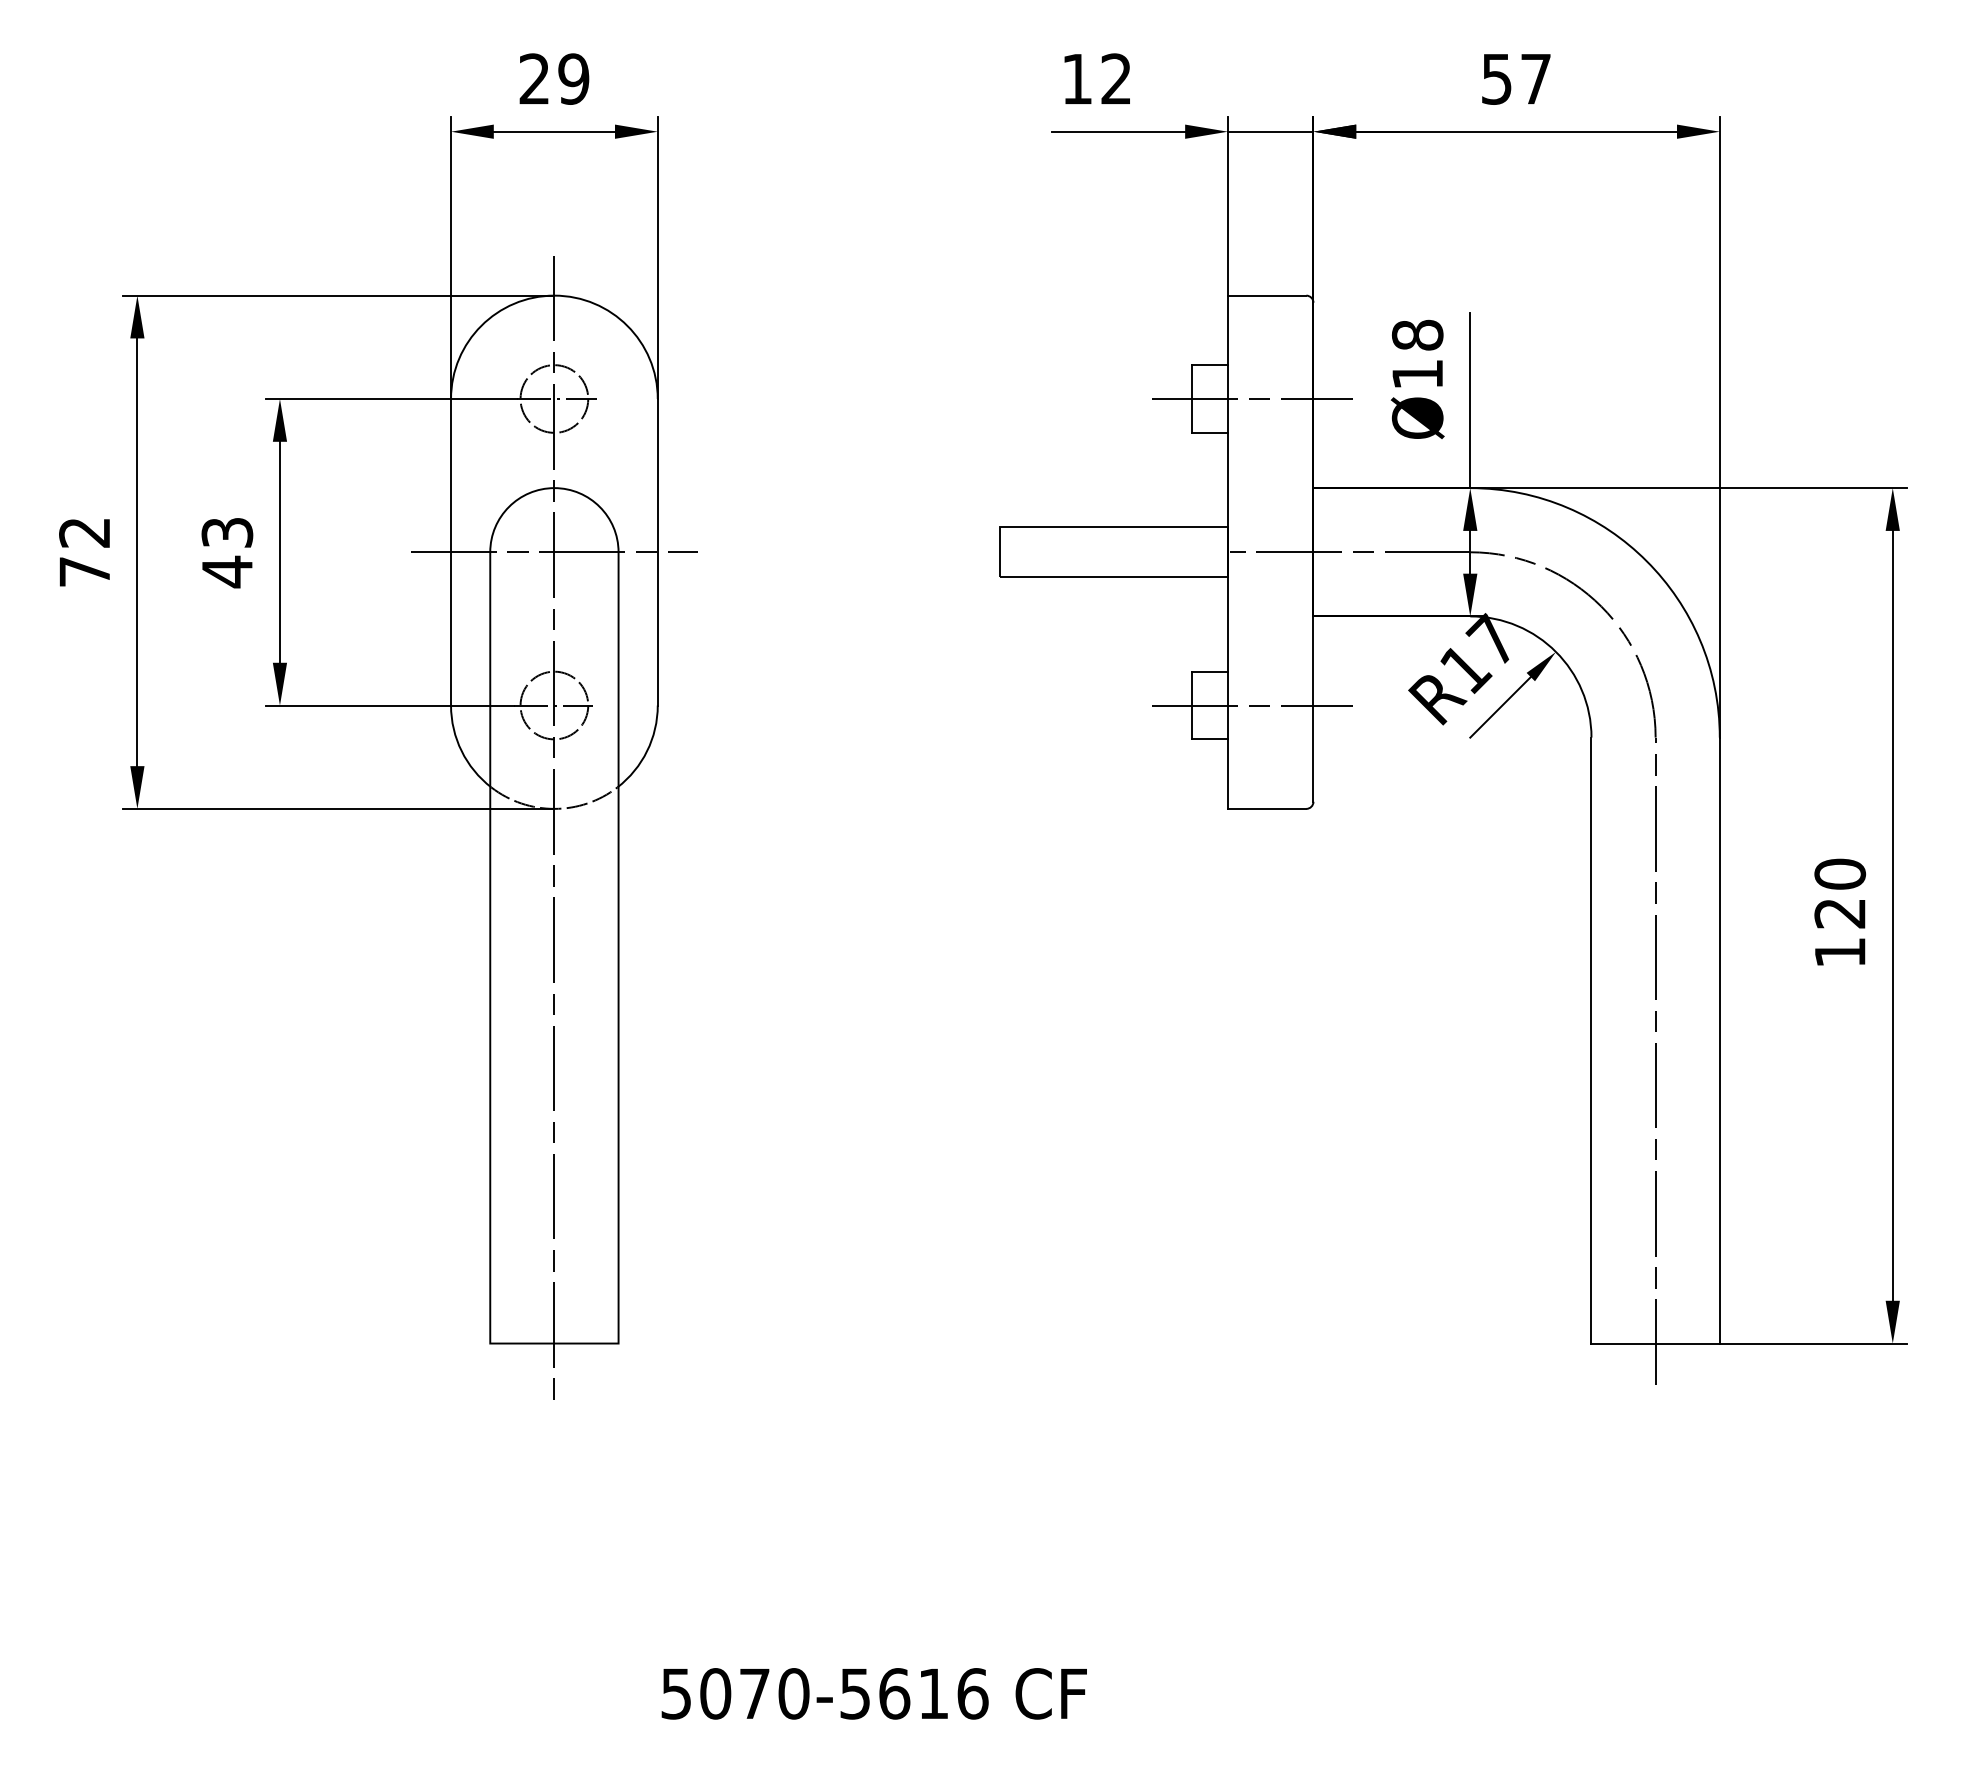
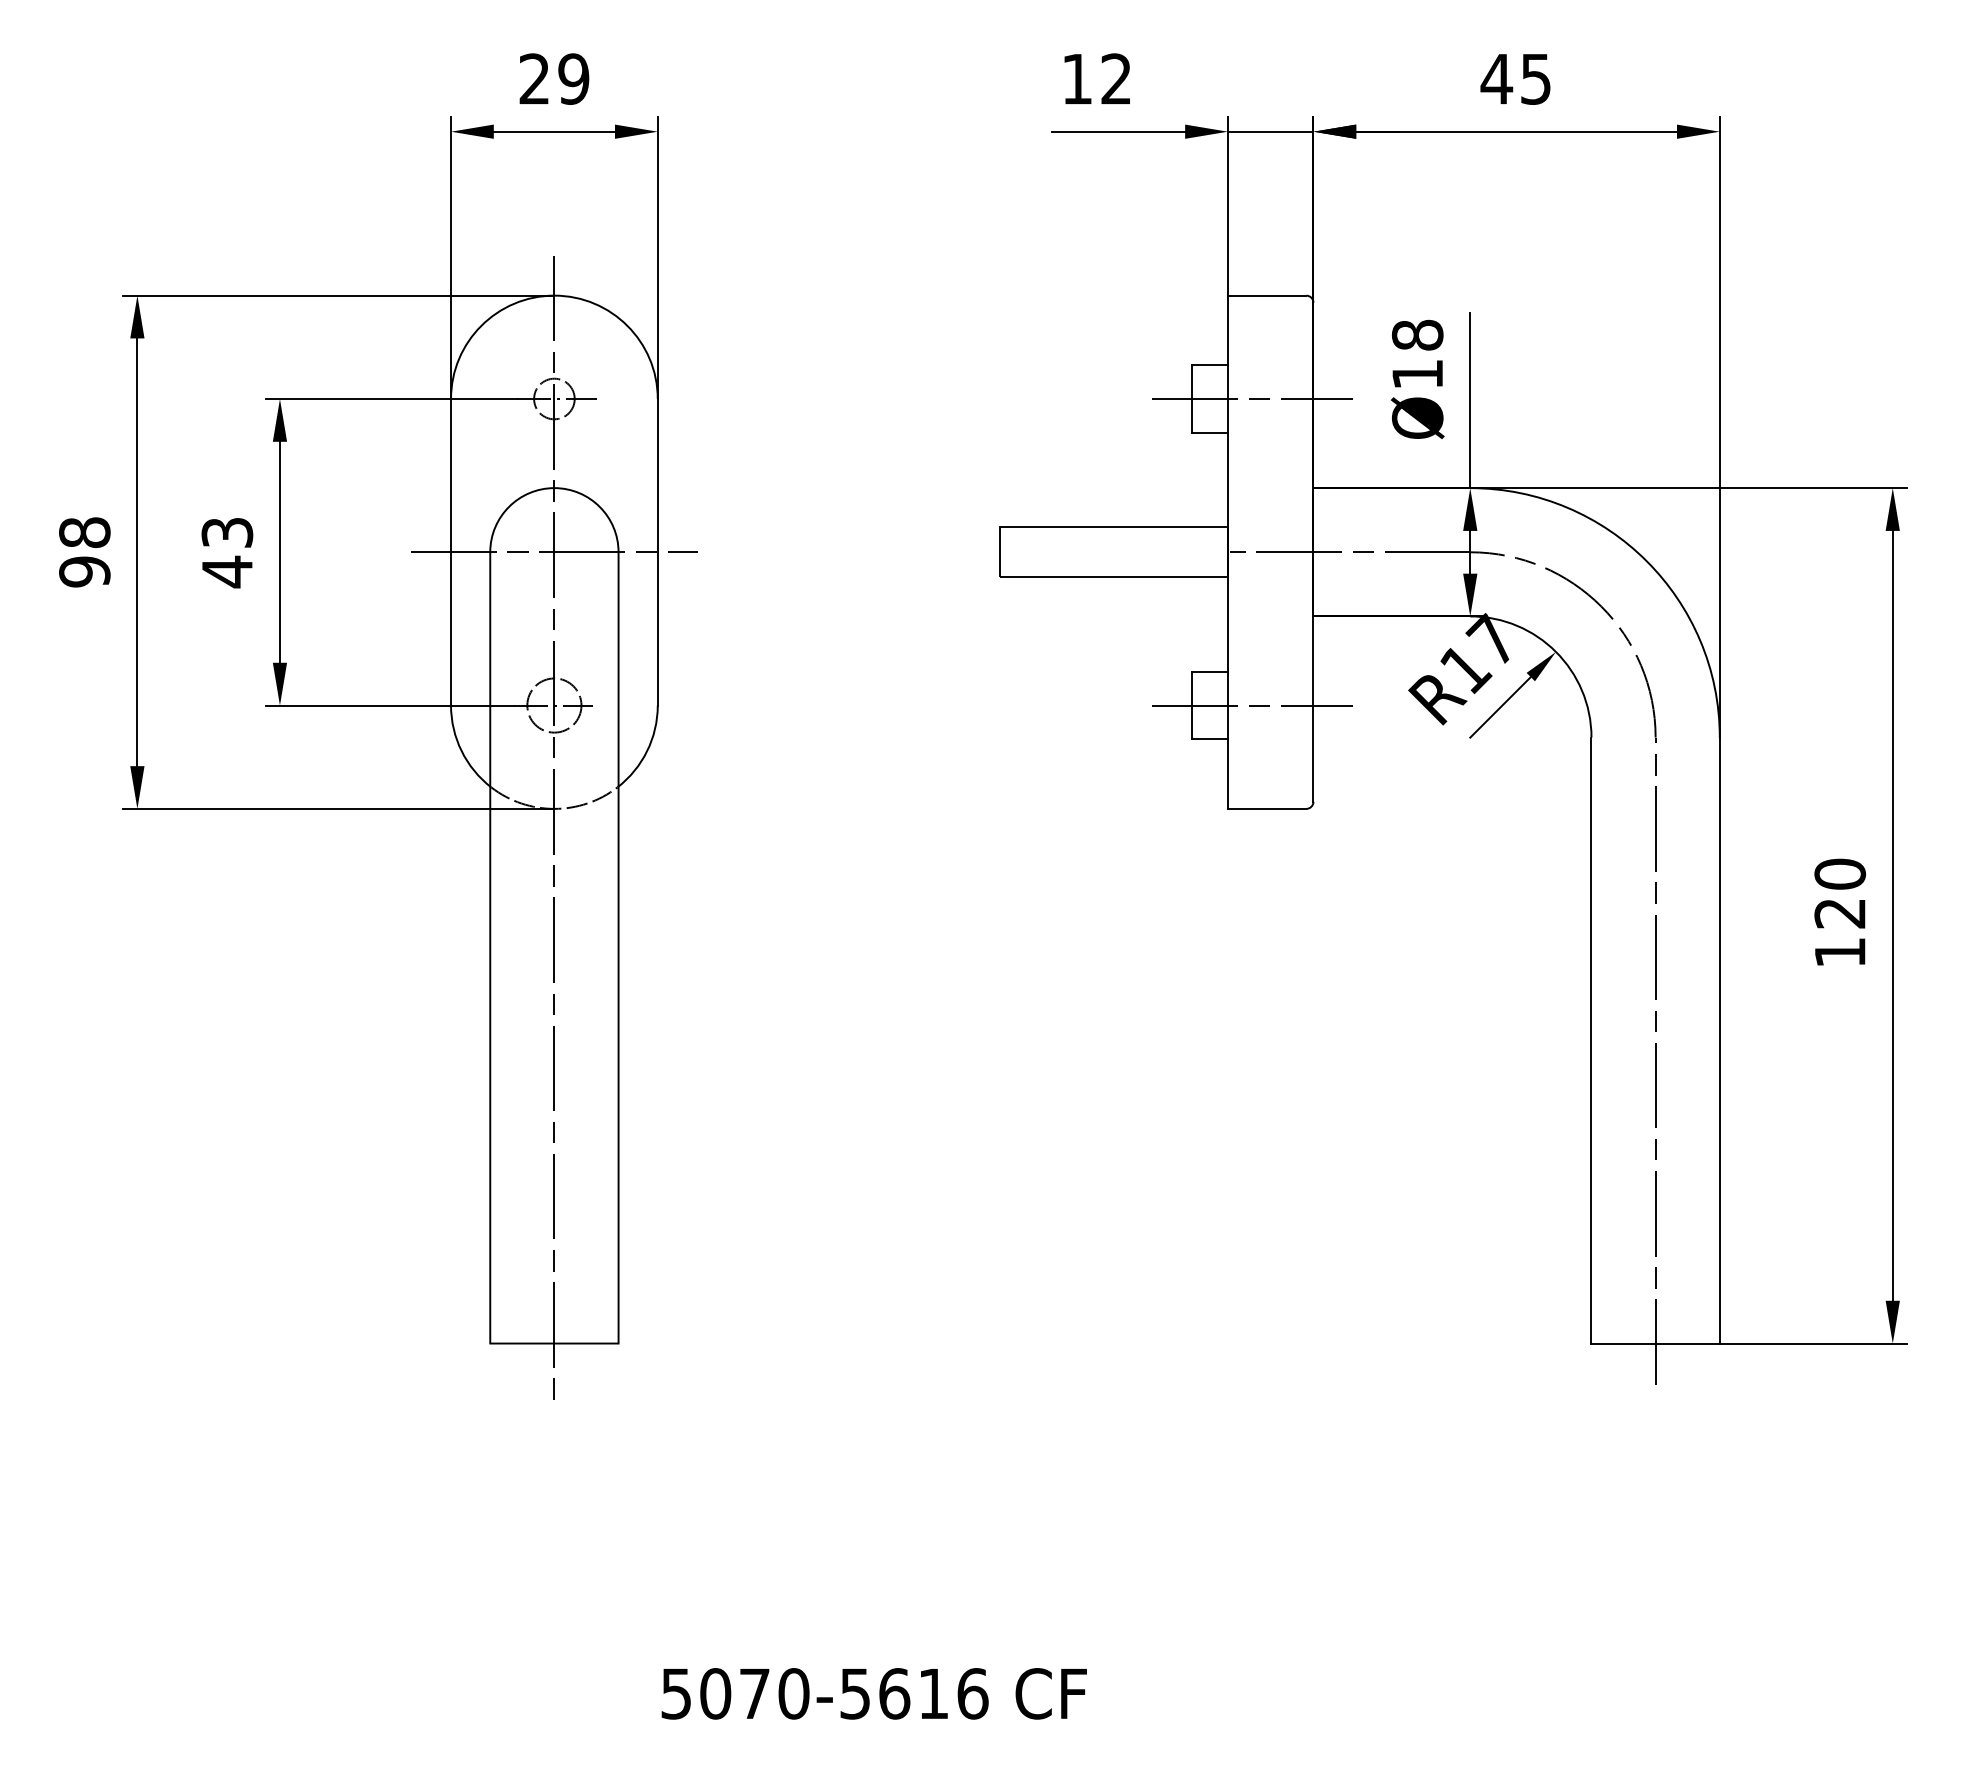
text at (1515, 79): 57 -> 45
circle at (554, 398) diameter: 68 px -> 41 px
text at (84, 552): 72 -> 98
circle at (554, 705) diameter: 68 px -> 54 px
